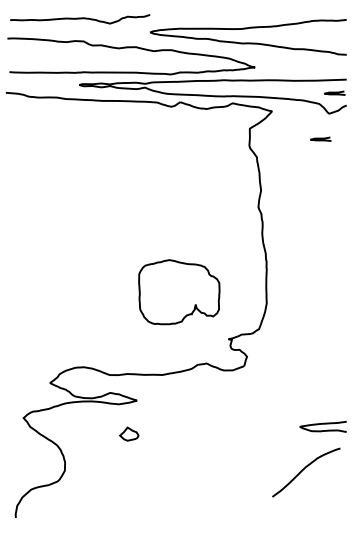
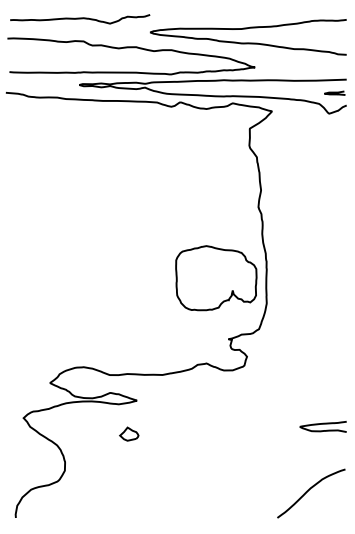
curve at (320, 138): present -> none
part at (179, 292) position: (179, 292) -> (216, 278)
curve at (304, 469) position: (304, 469) -> (309, 490)
